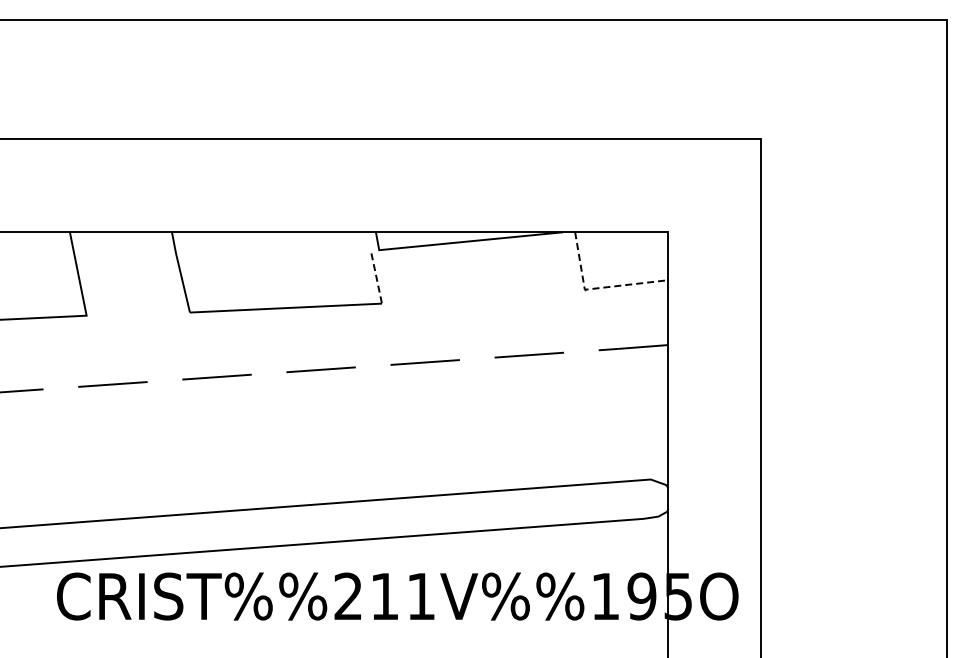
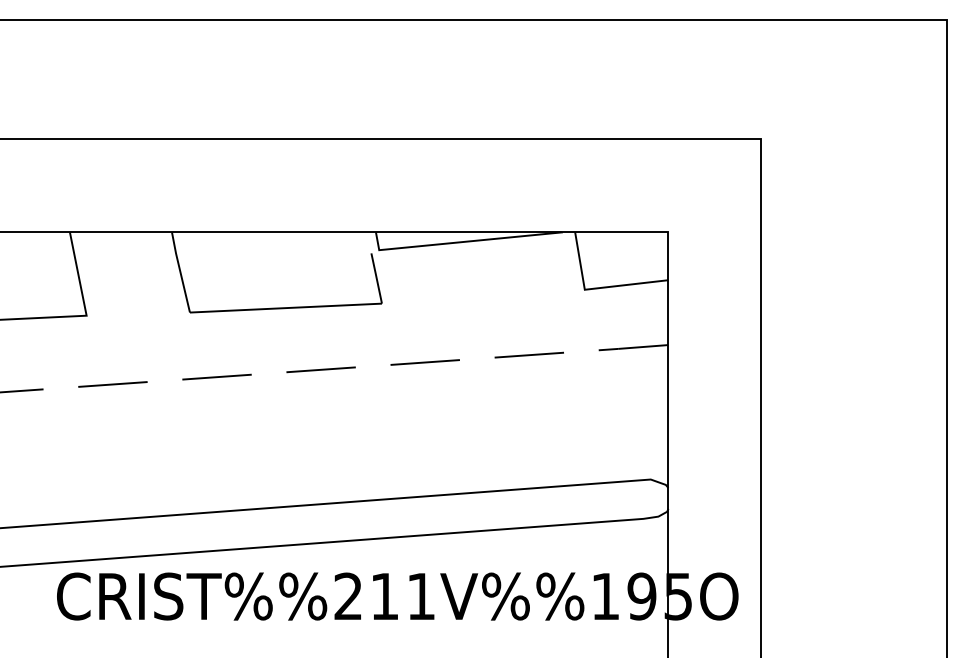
line at (376, 278): dashed -> solid
line at (596, 288): dashed -> solid
